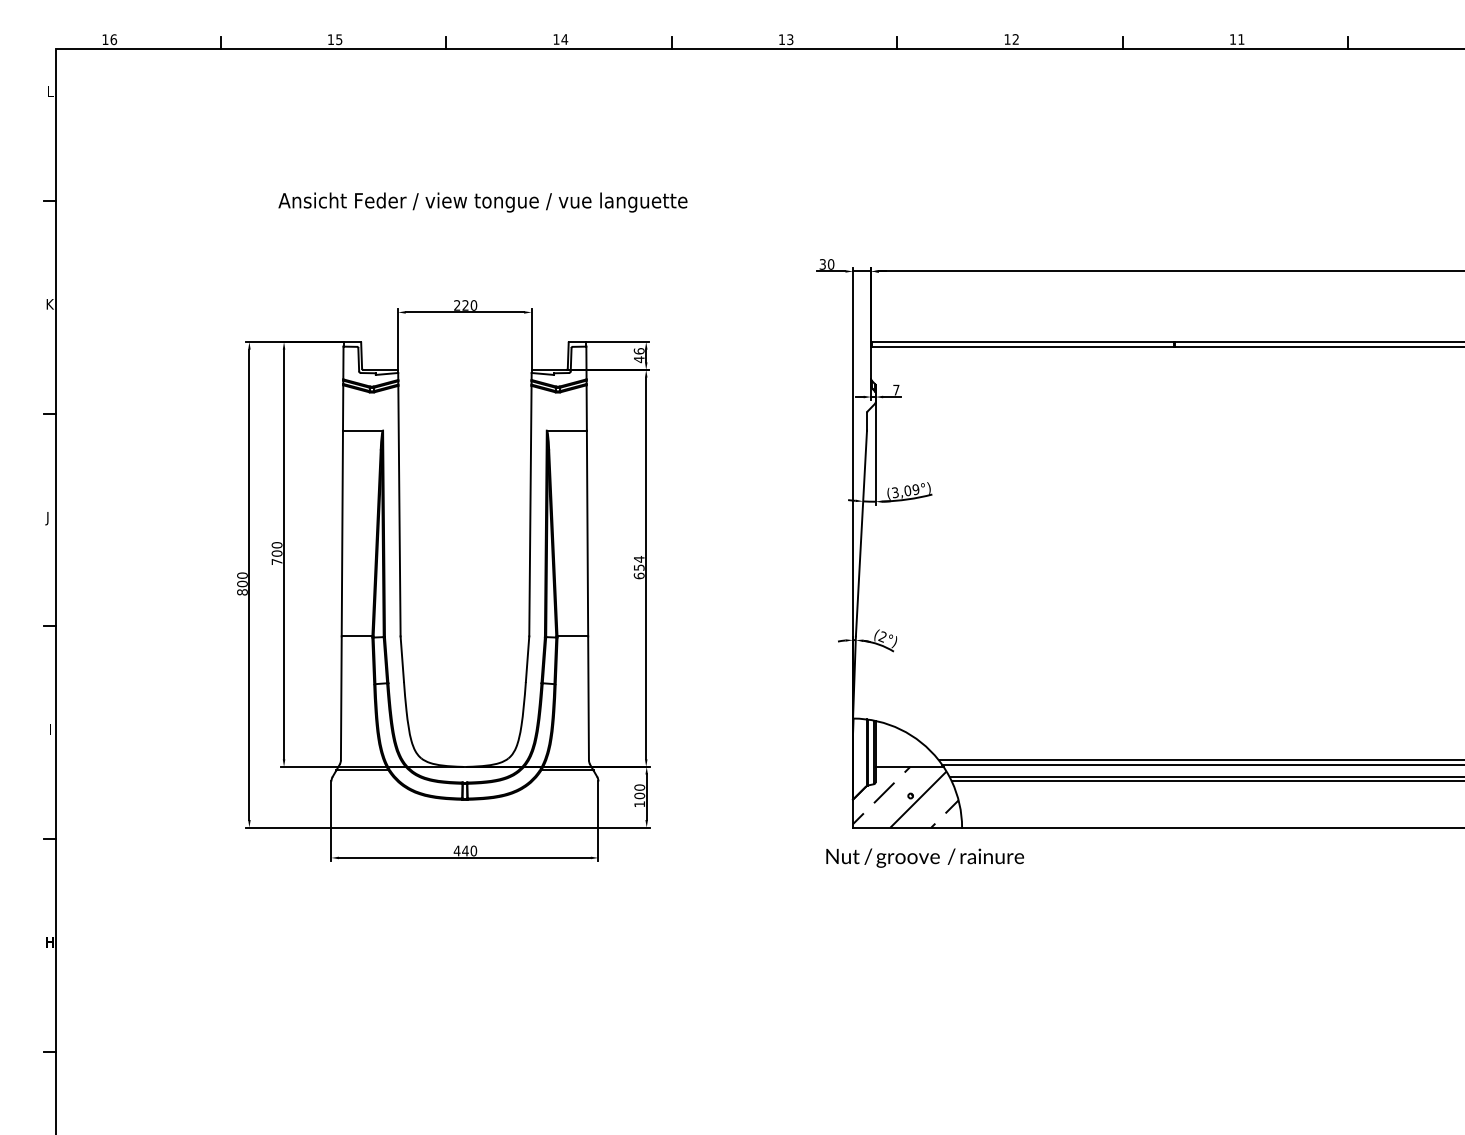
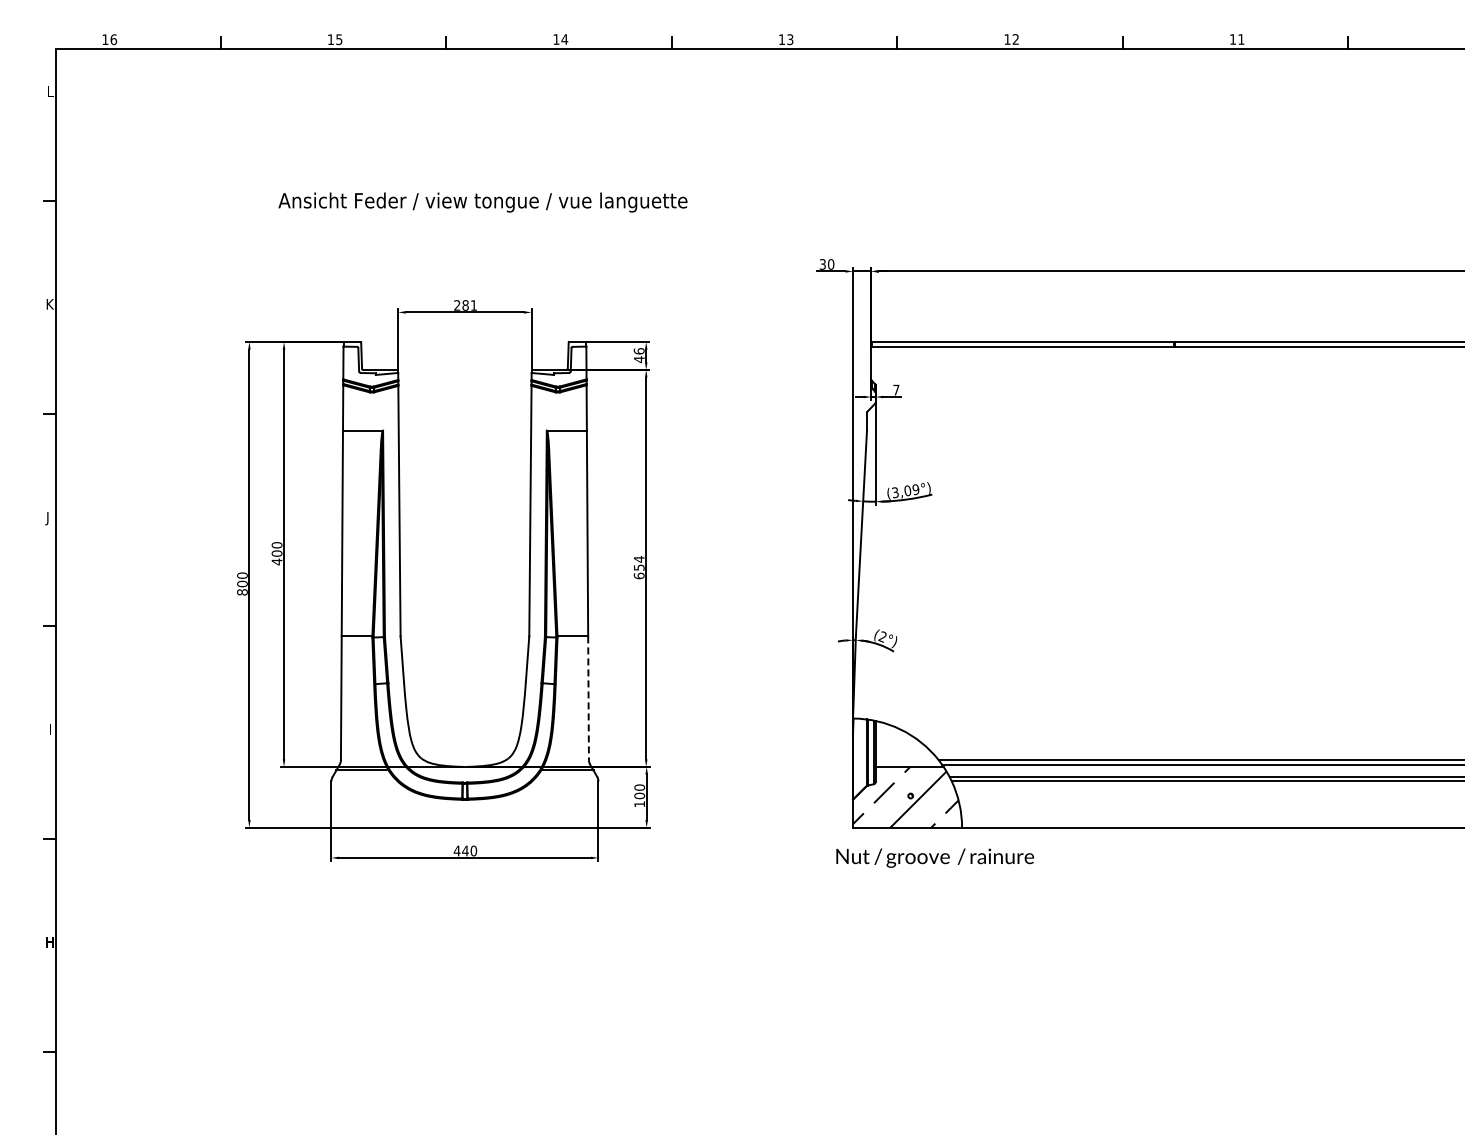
text at (469, 305): 220 -> 281
text at (276, 561): 700 -> 400
line at (588, 698): solid -> dashed
text at (924, 857) position: (924, 857) -> (934, 857)
